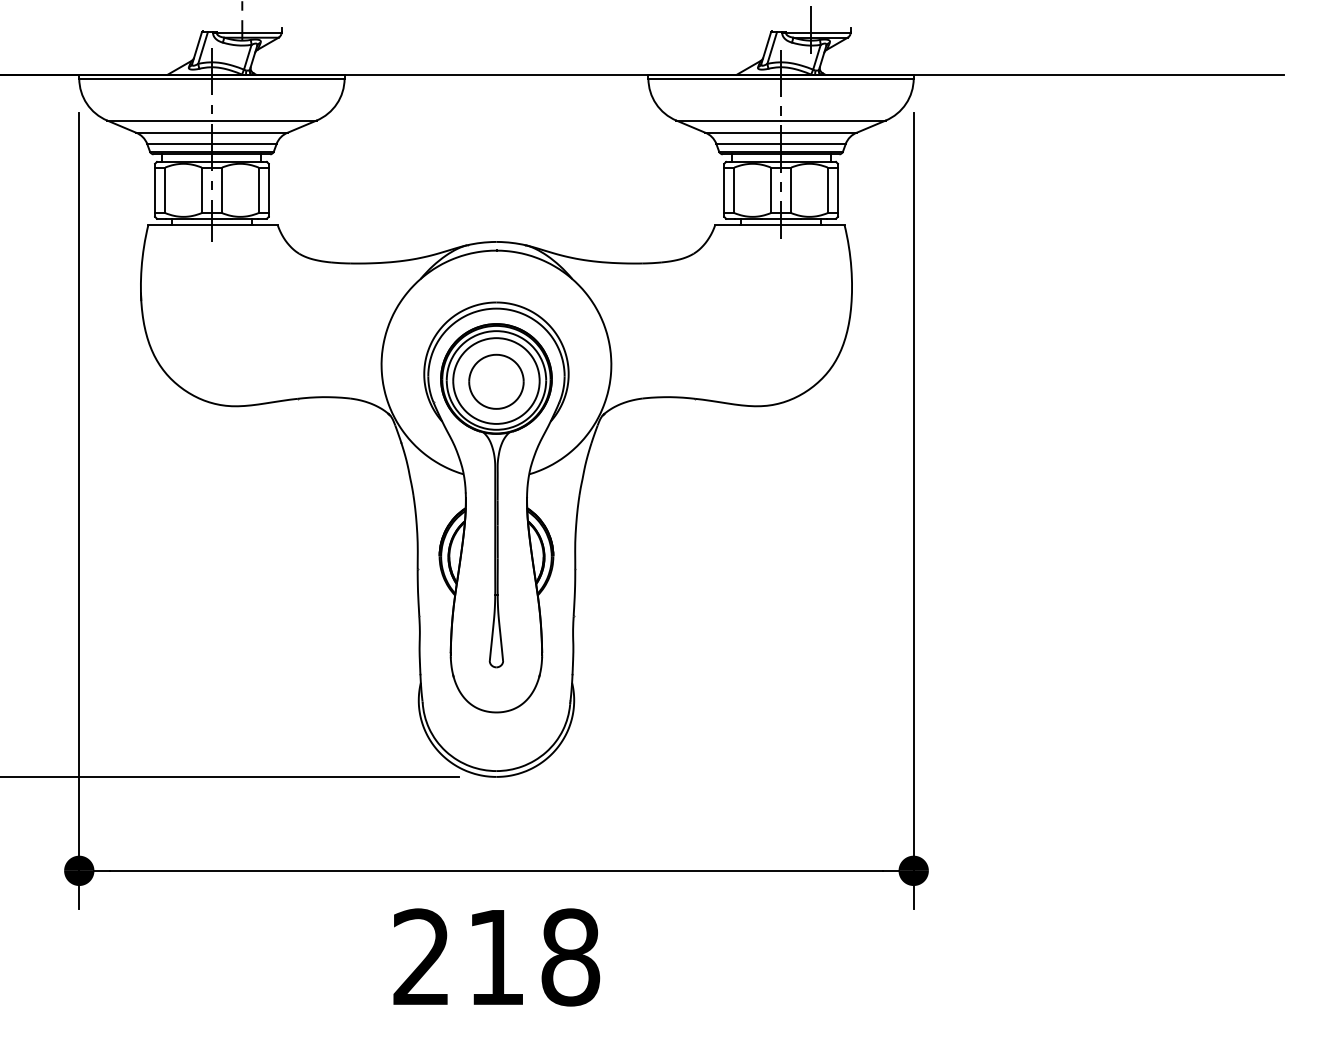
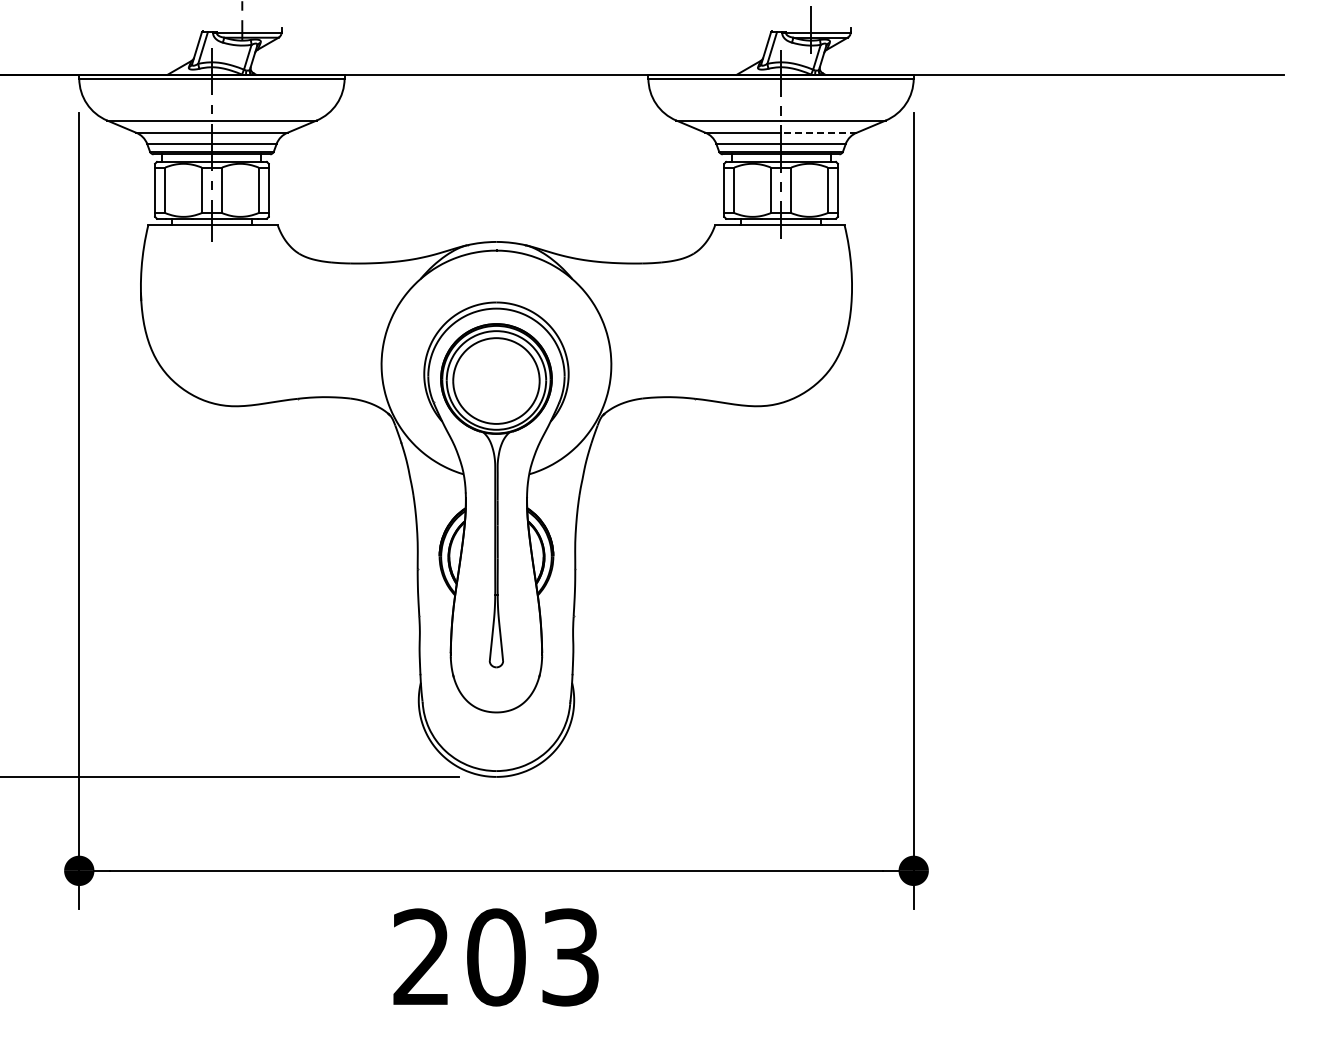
line at (818, 132): solid -> dashed
part at (496, 381): present -> none
text at (533, 957): 218 -> 203
